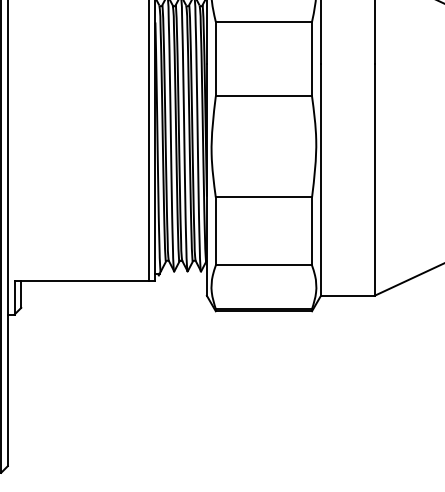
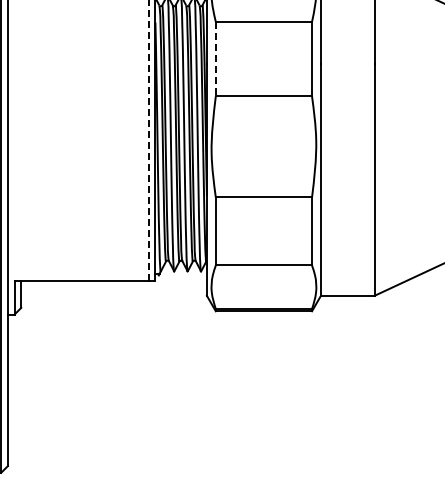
line at (215, 59): solid -> dashed
line at (148, 140): solid -> dashed
